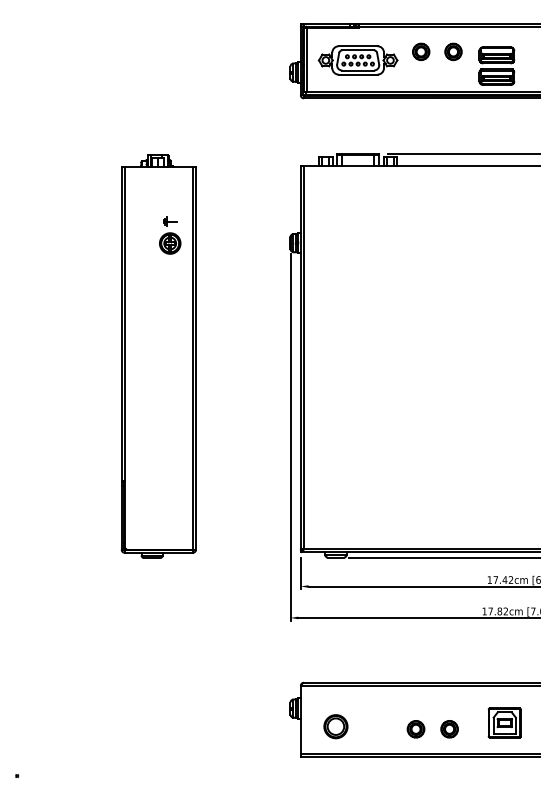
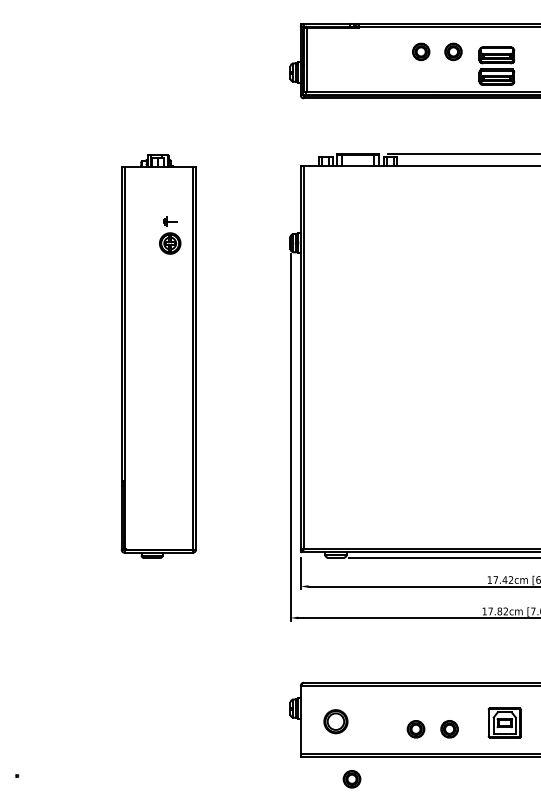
part at (357, 60): present -> none
part at (335, 726) position: (335, 726) -> (335, 721)
part at (351, 779): none -> present
